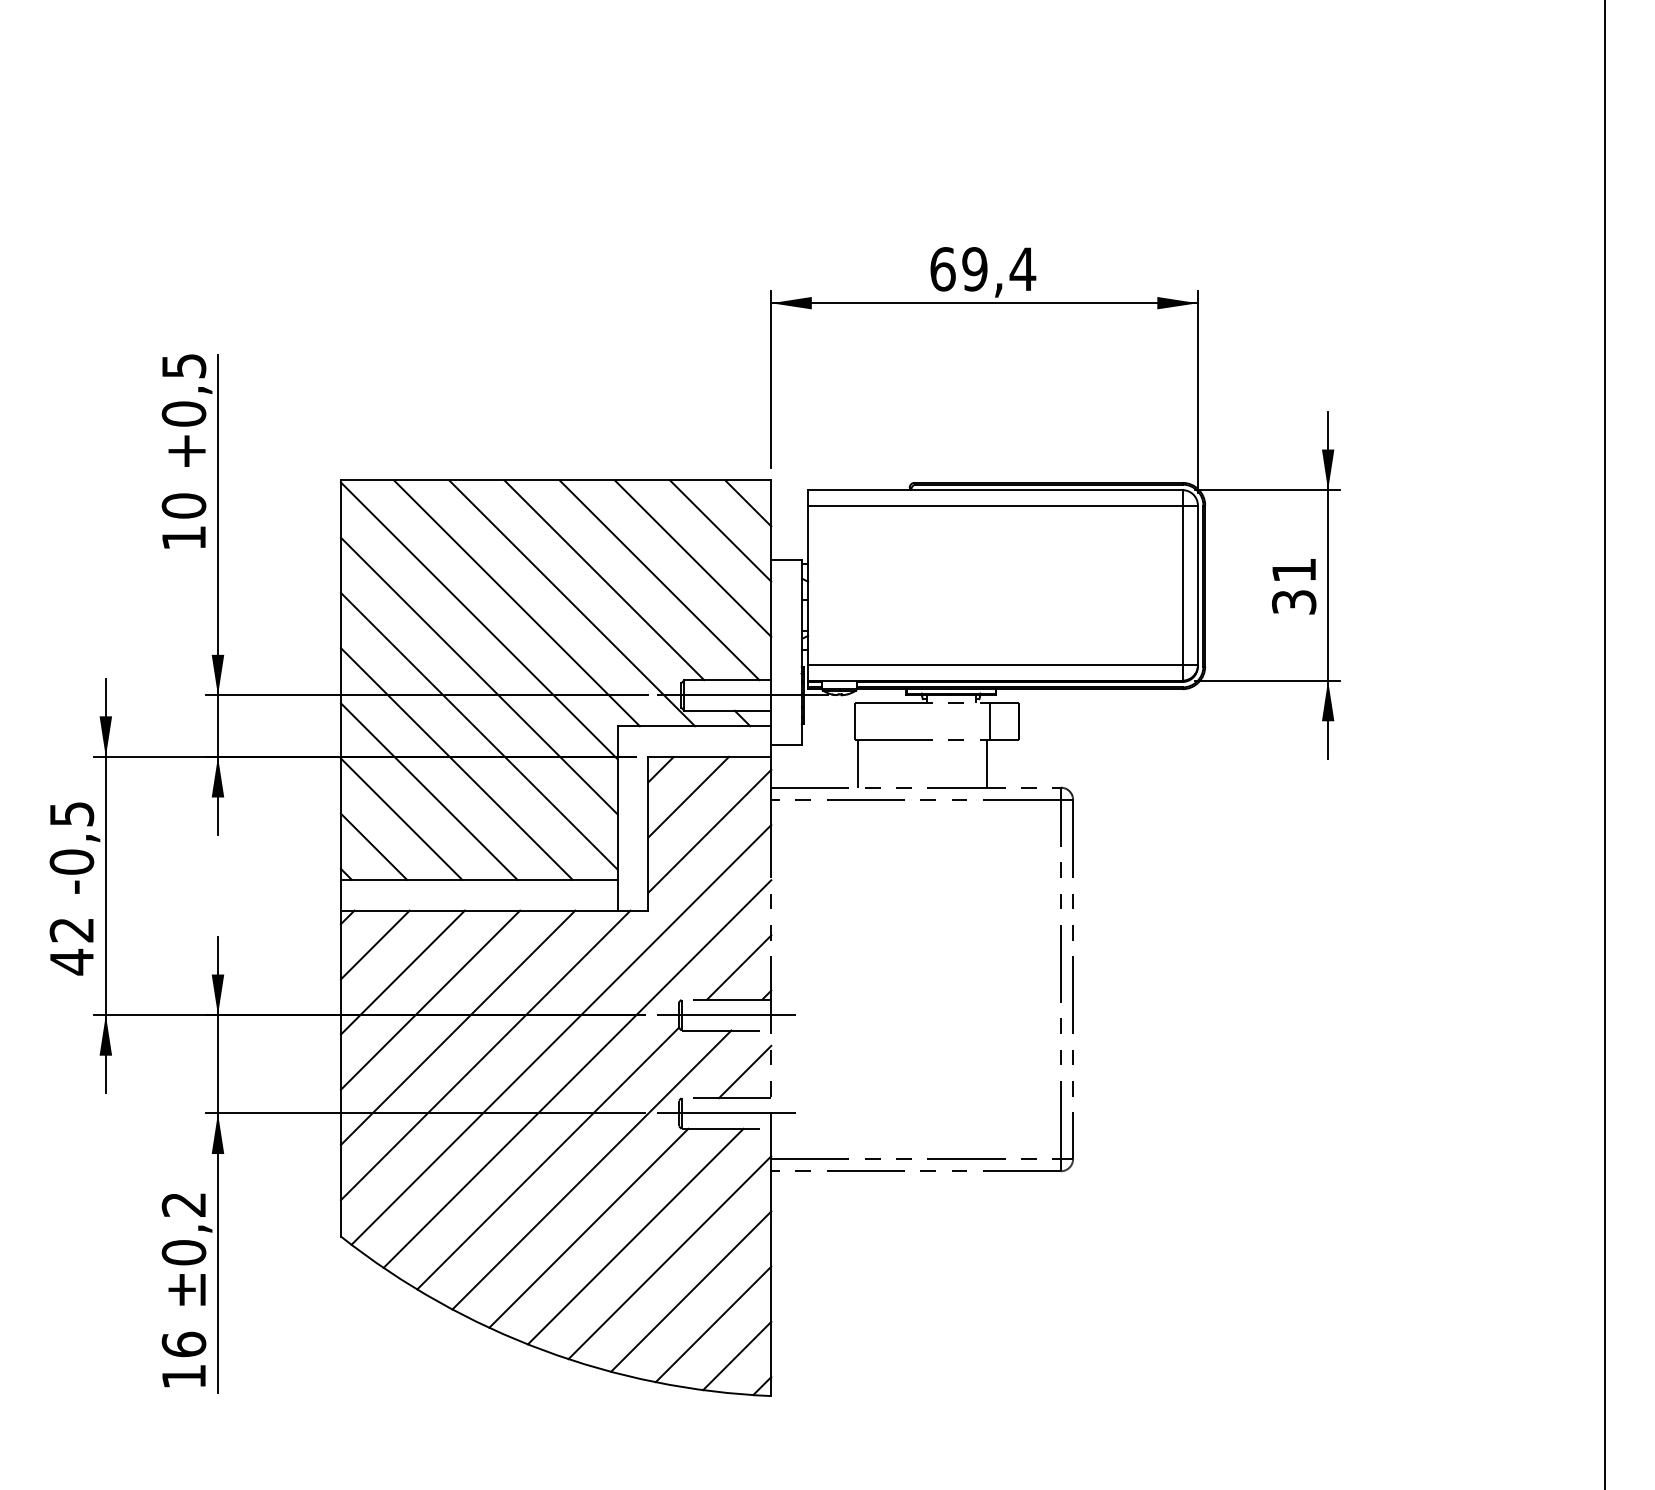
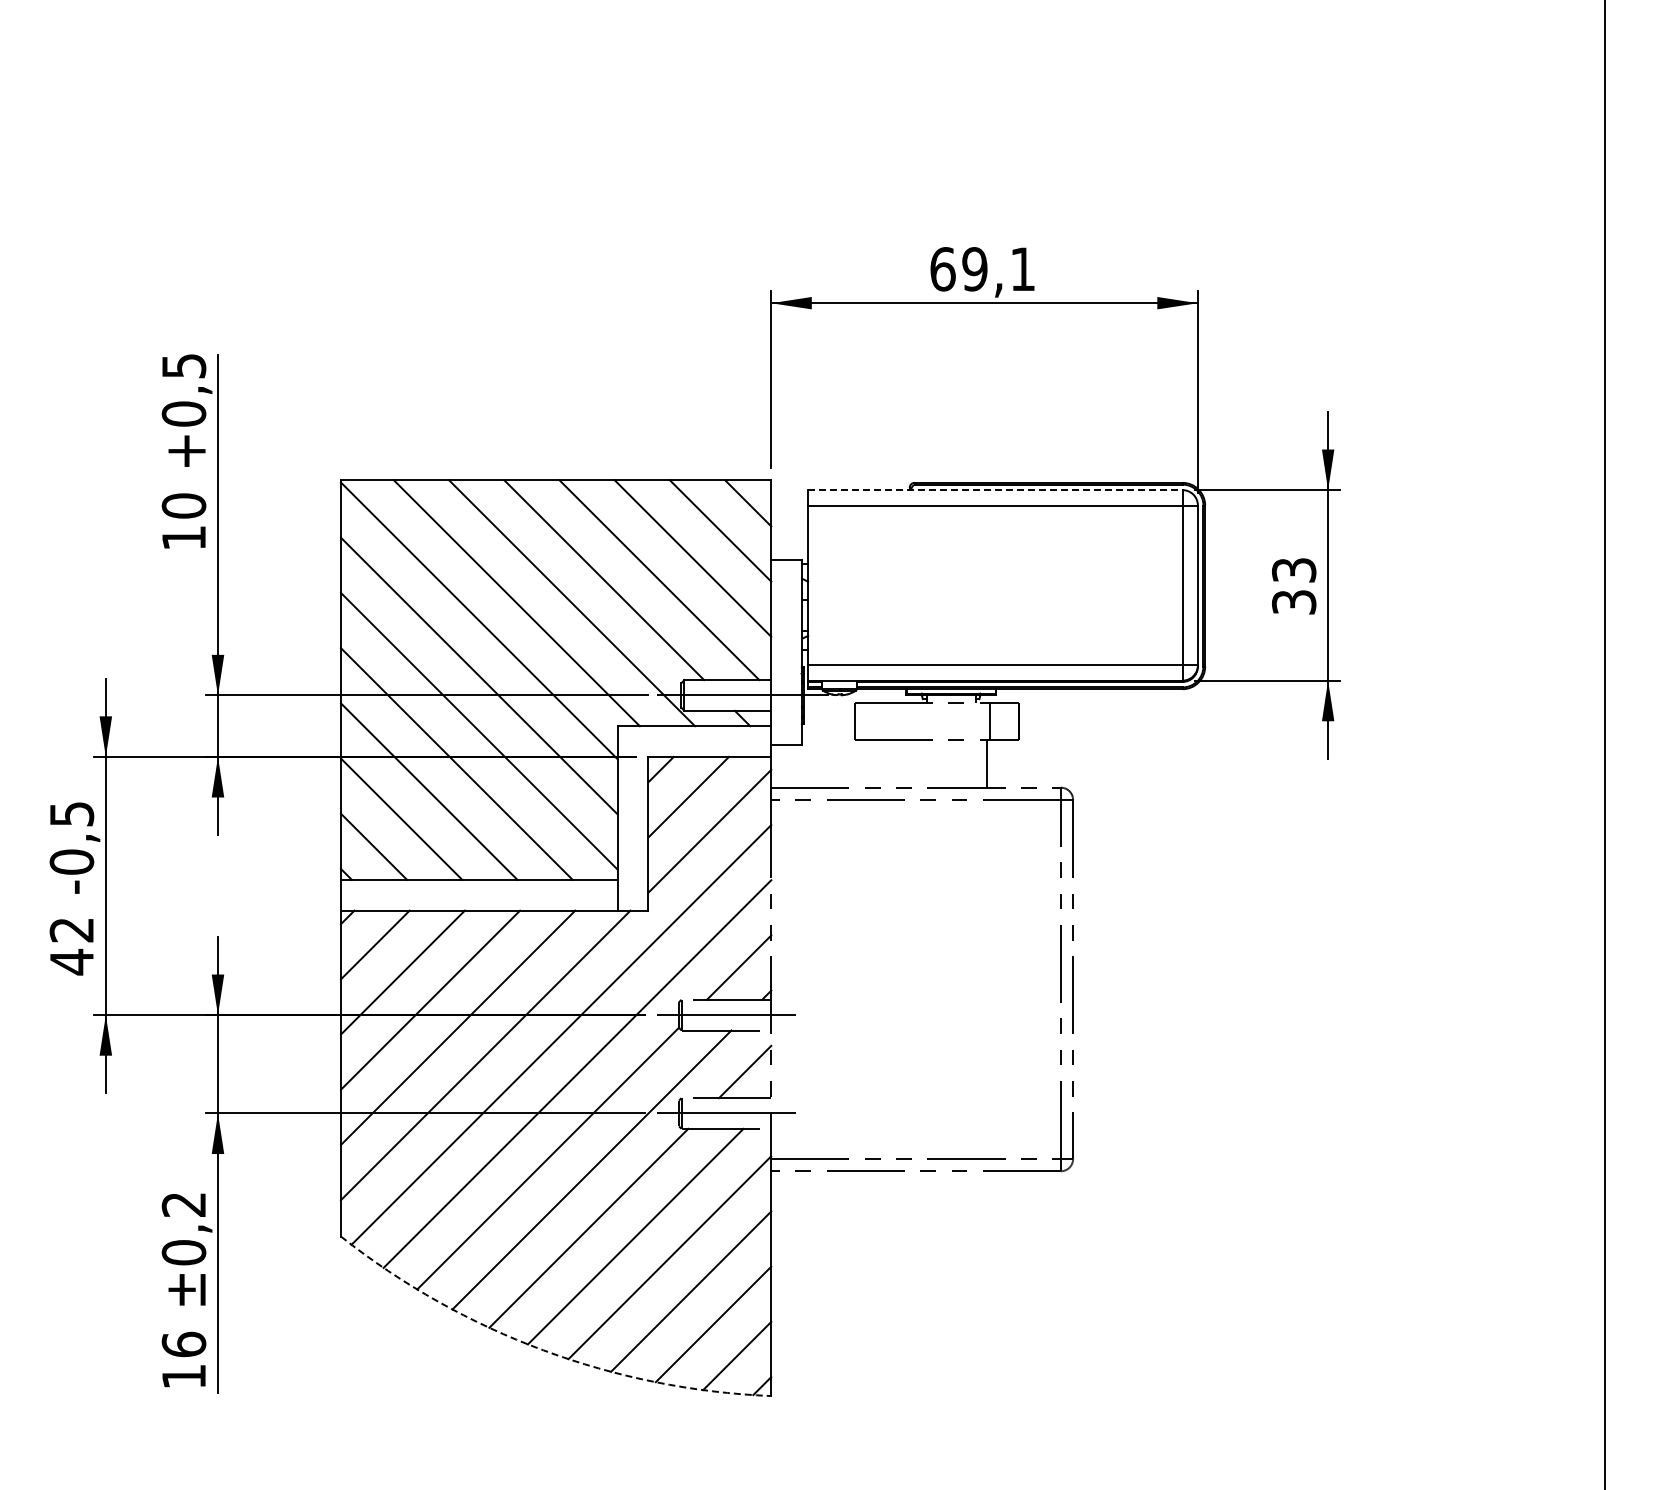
text at (1022, 268): 69,4 -> 69,1
line at (995, 490): solid -> dashed
text at (1293, 570): 31 -> 33
line at (857, 763): present -> none
arc at (543, 1350): solid -> dashed
